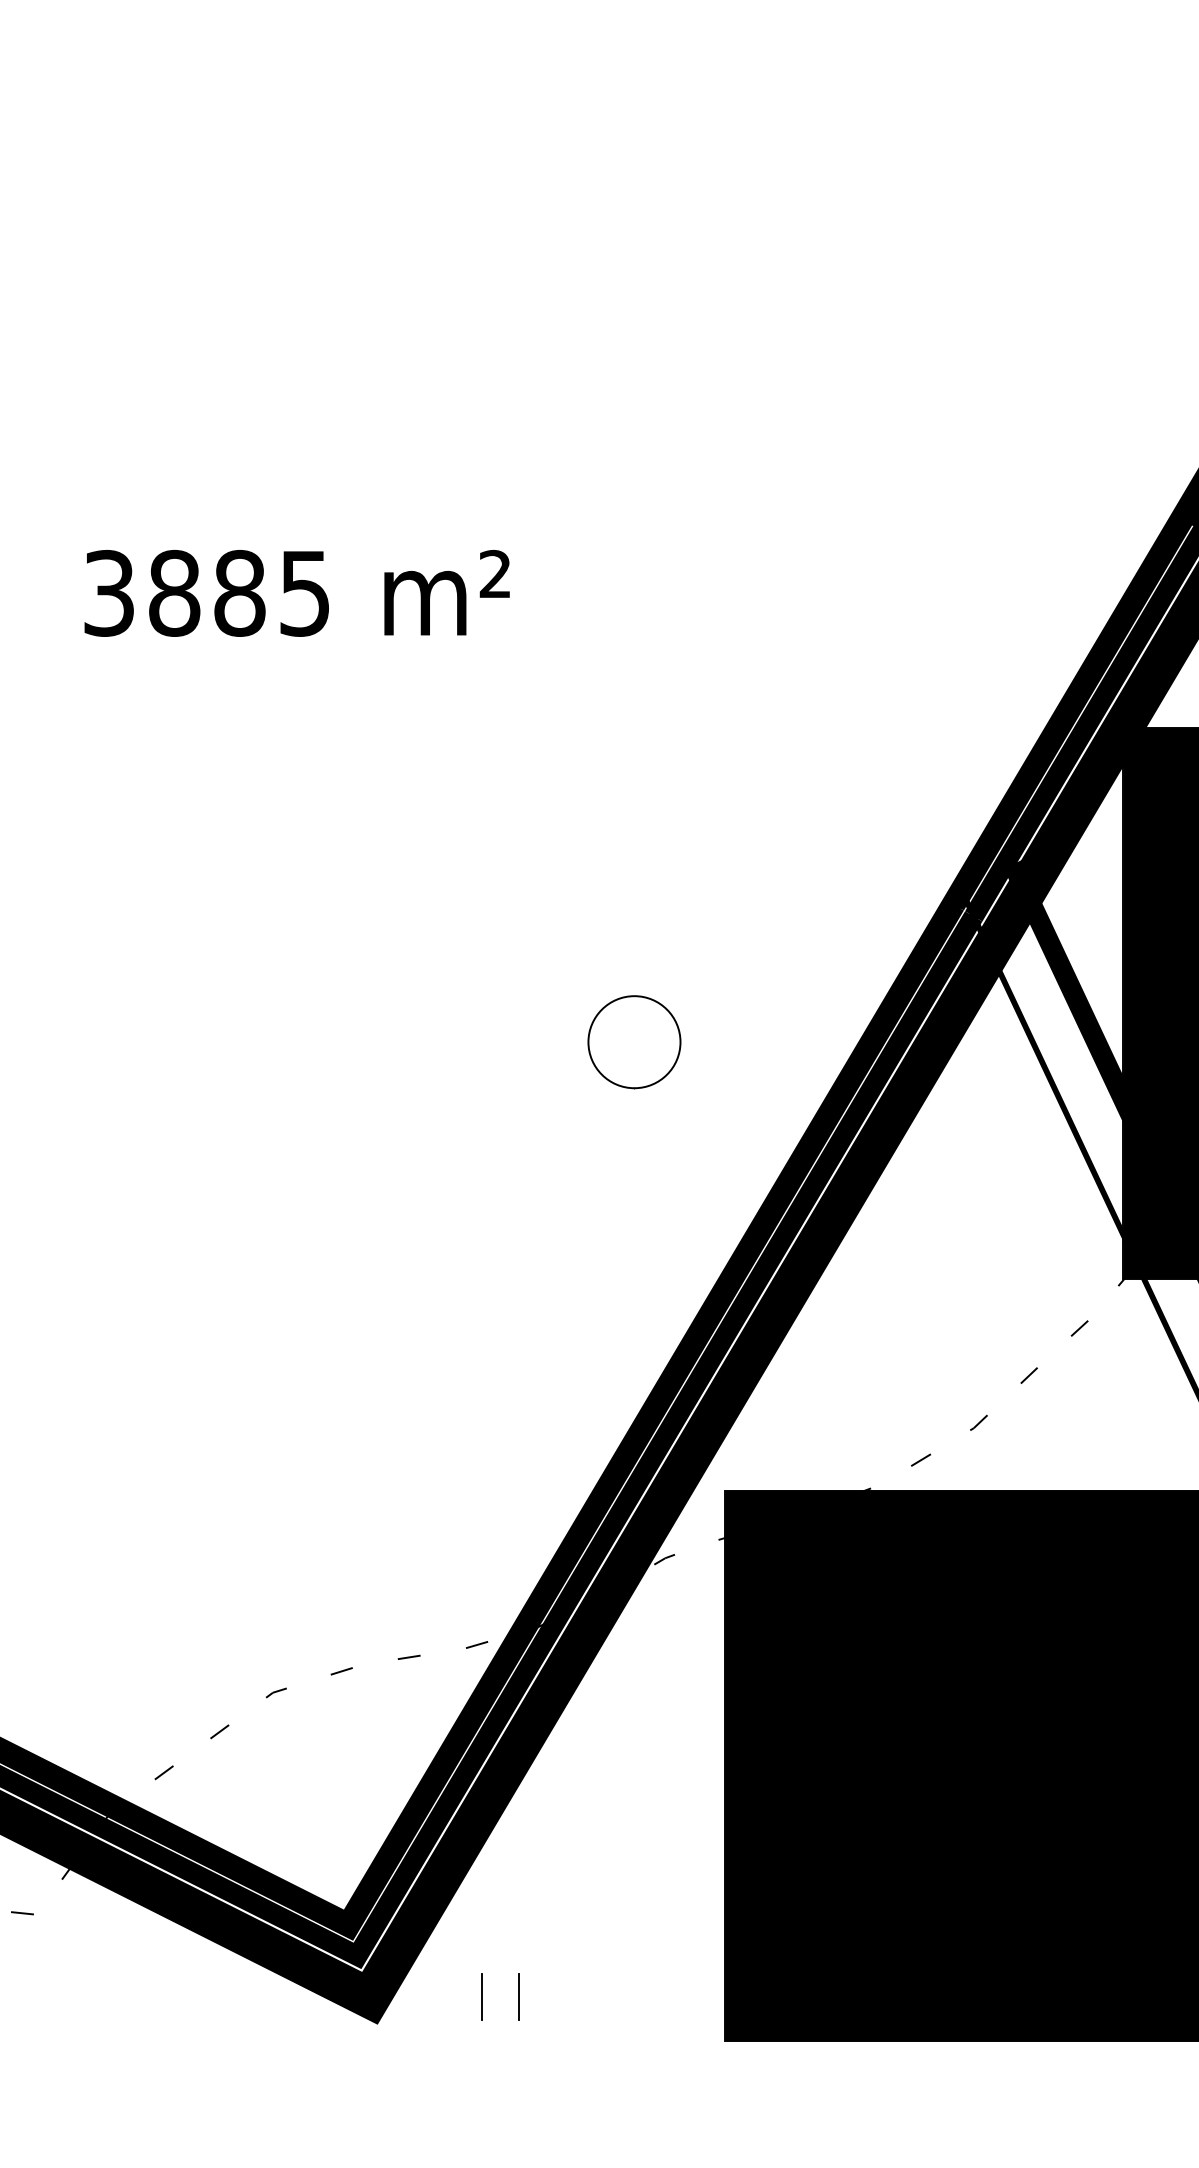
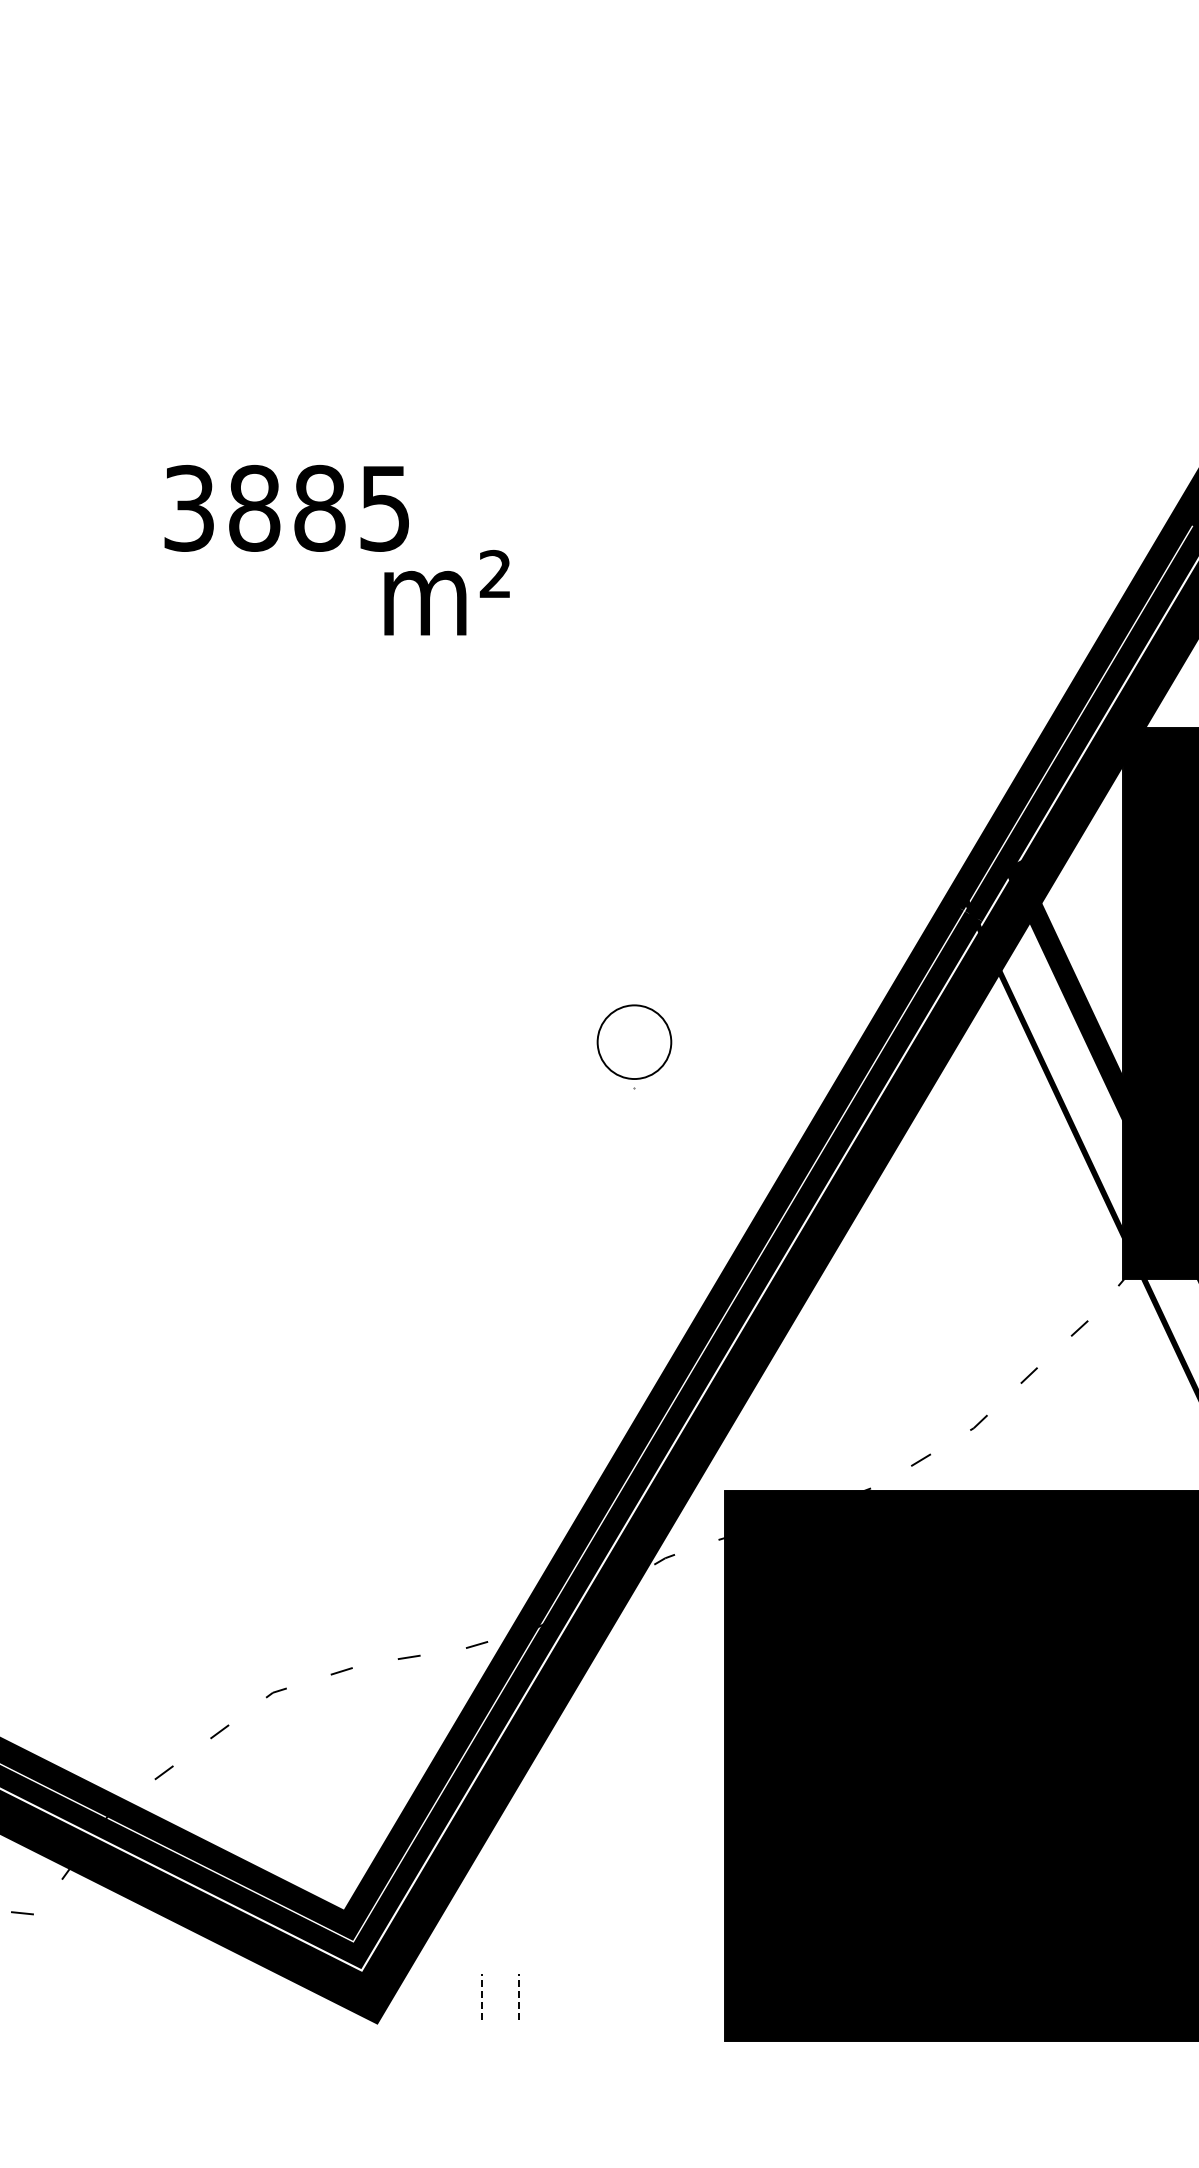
text at (206, 593) position: (206, 593) -> (286, 508)
circle at (634, 1042) diameter: 92 px -> 74 px
line at (482, 1996): solid -> dashed
line at (519, 1996): solid -> dashed
